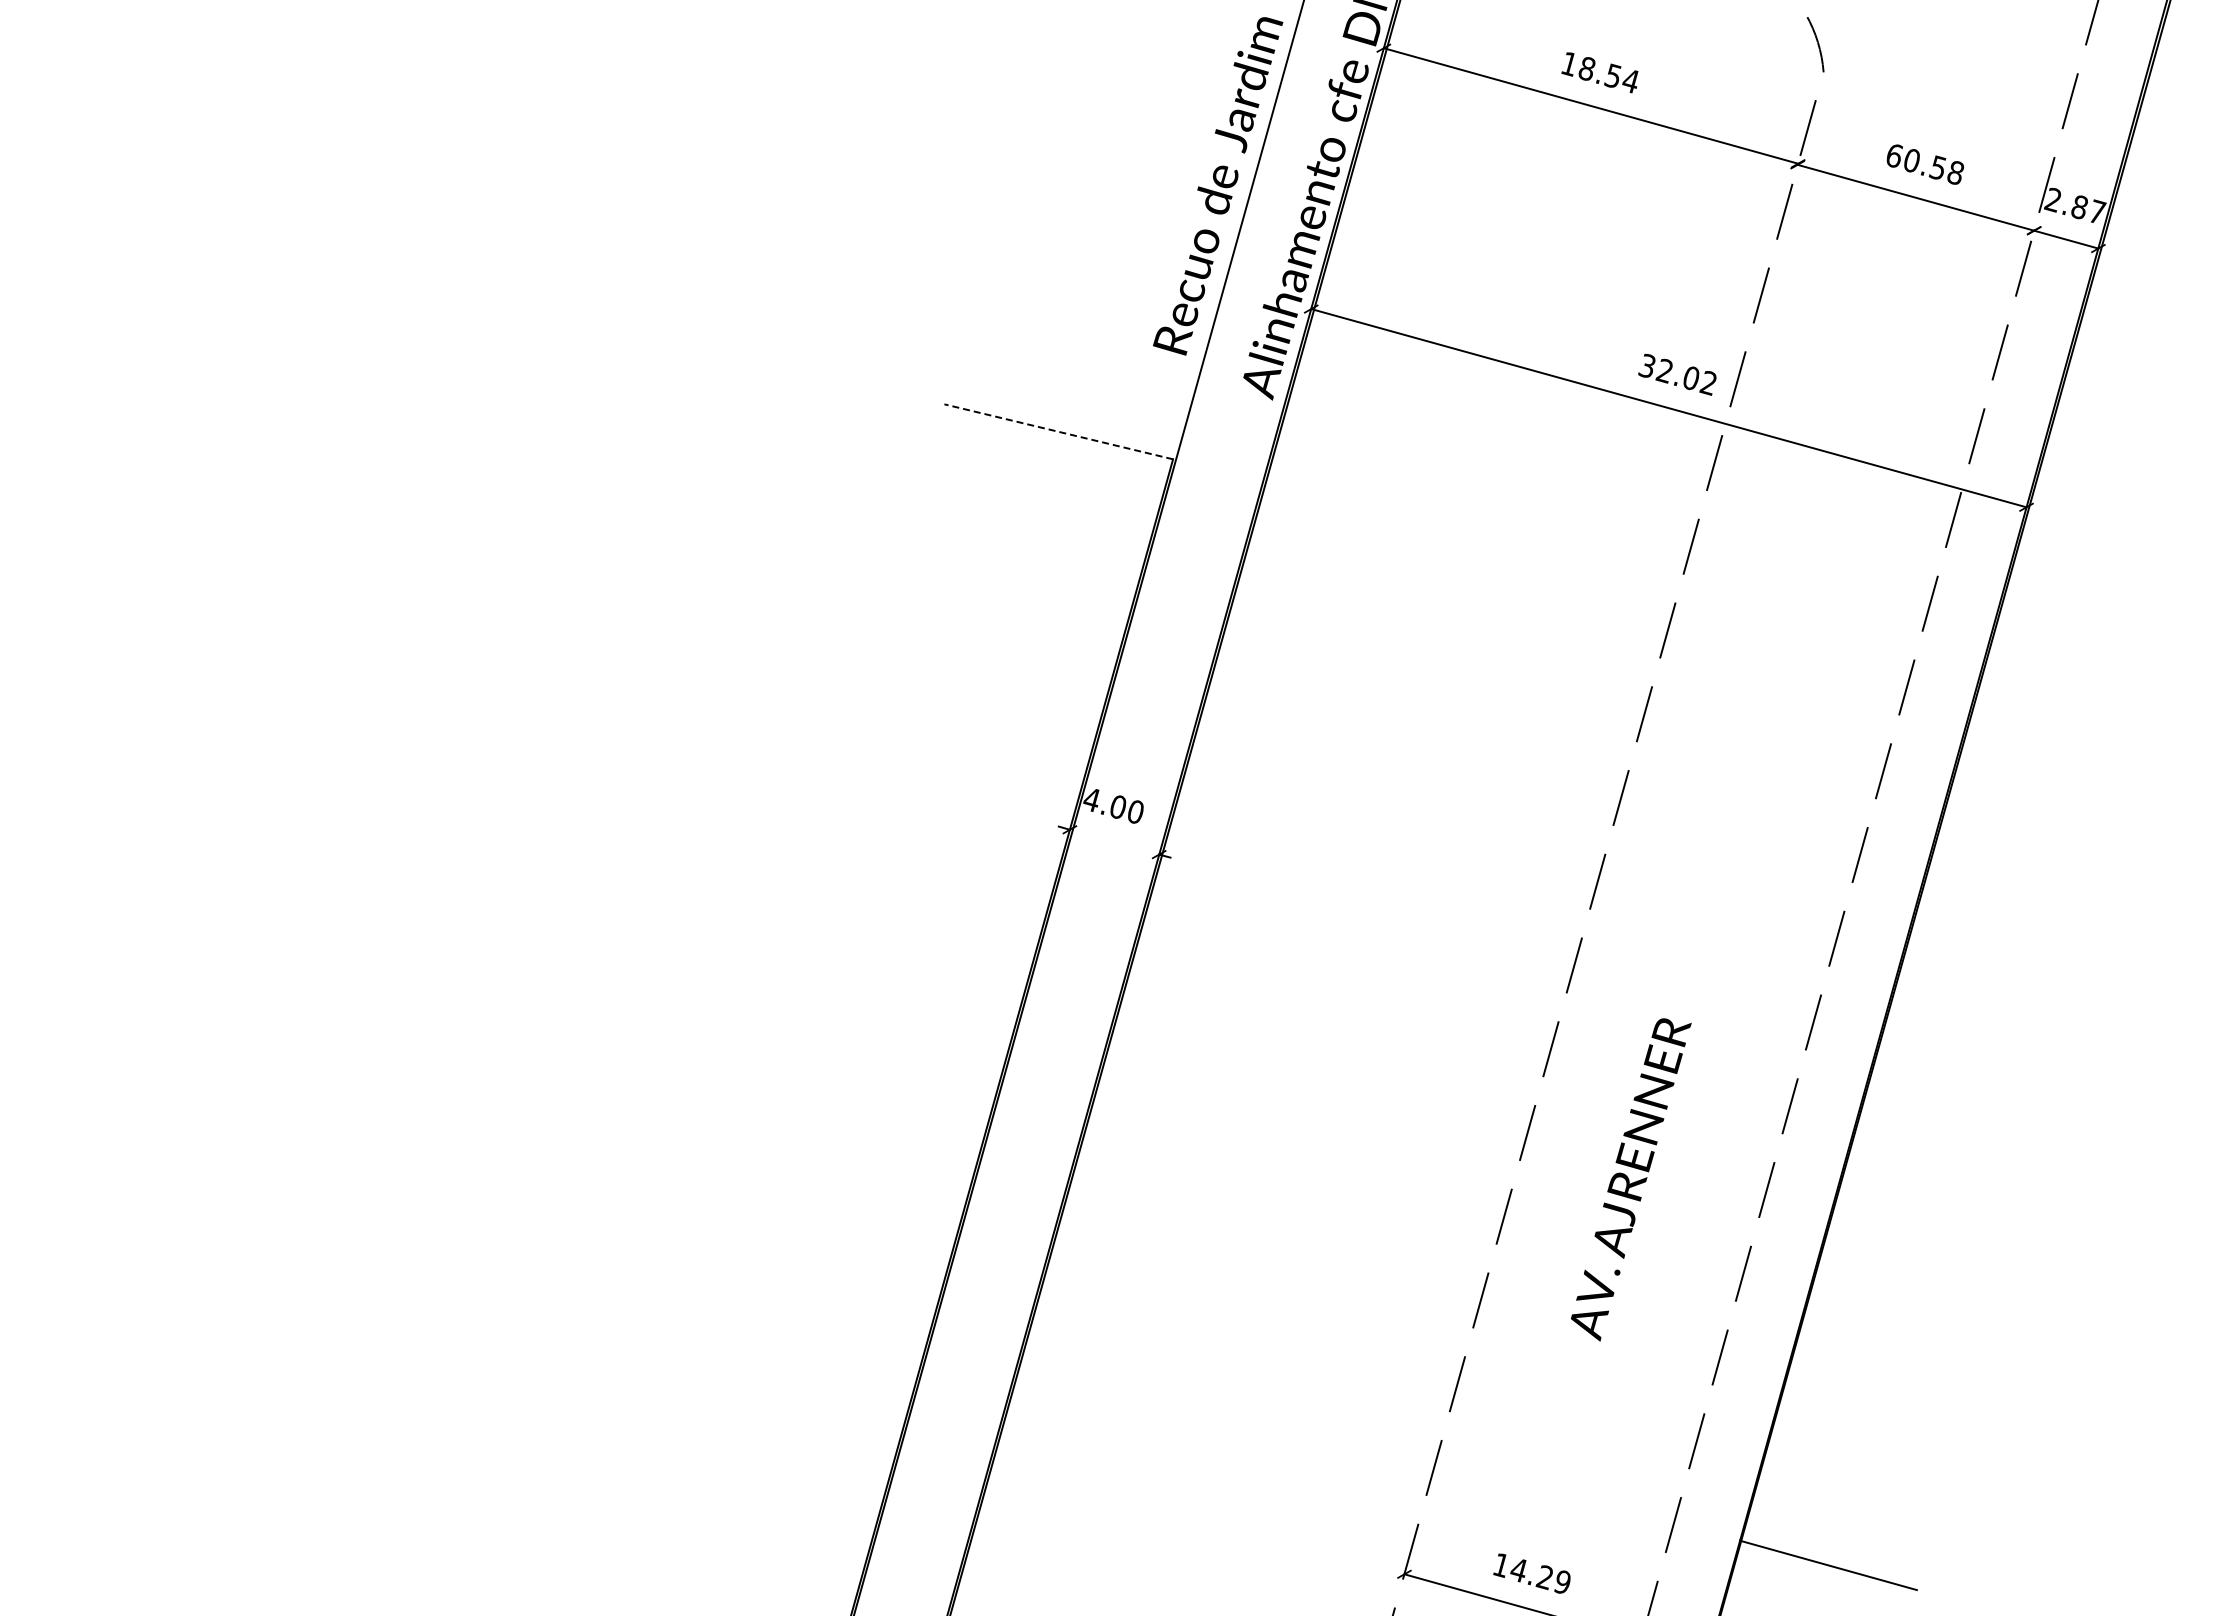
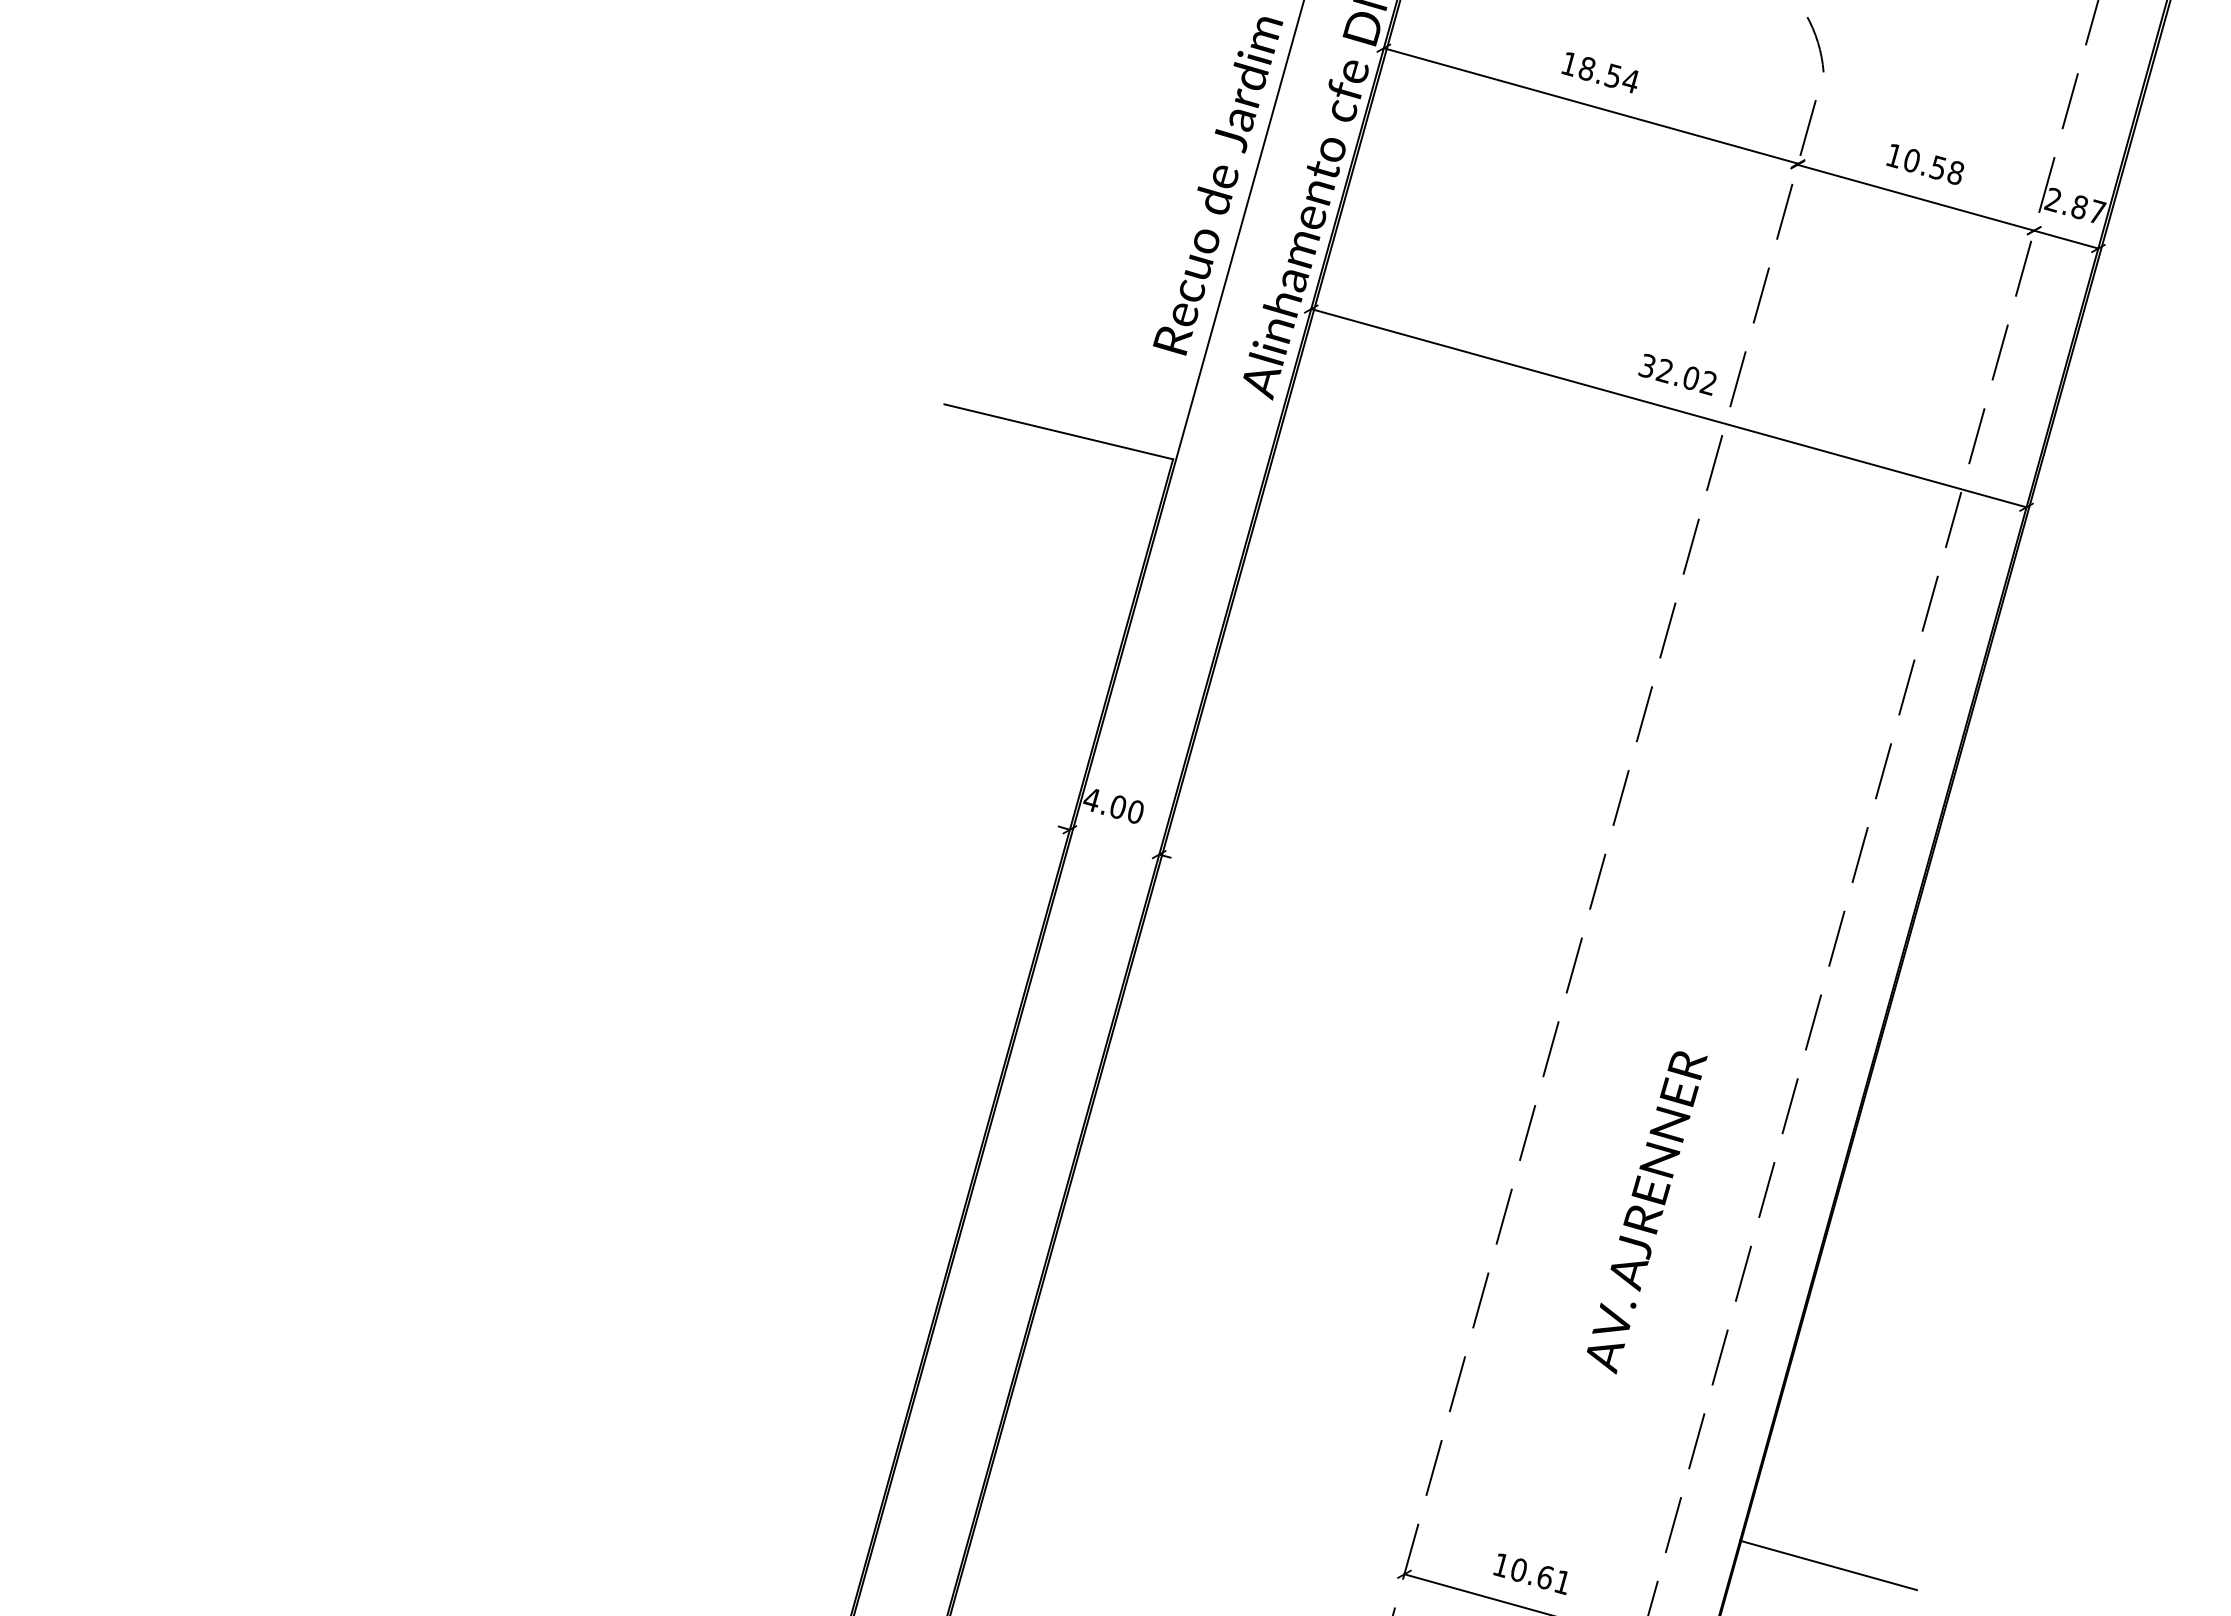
text at (1894, 156): 60.58 -> 10.58
line at (1058, 431): dashed -> solid
text at (1631, 1179) position: (1631, 1179) -> (1647, 1212)
text at (1540, 1576): 14.29 -> 10.61
